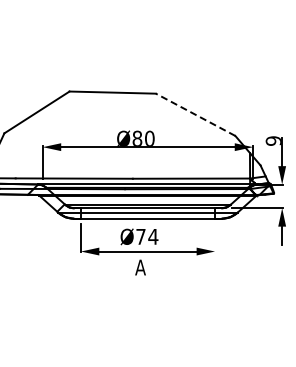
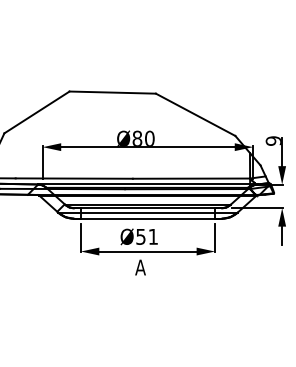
line at (195, 114): dashed -> solid
text at (147, 236): Ø74 -> Ø51
line at (215, 238): none -> present
